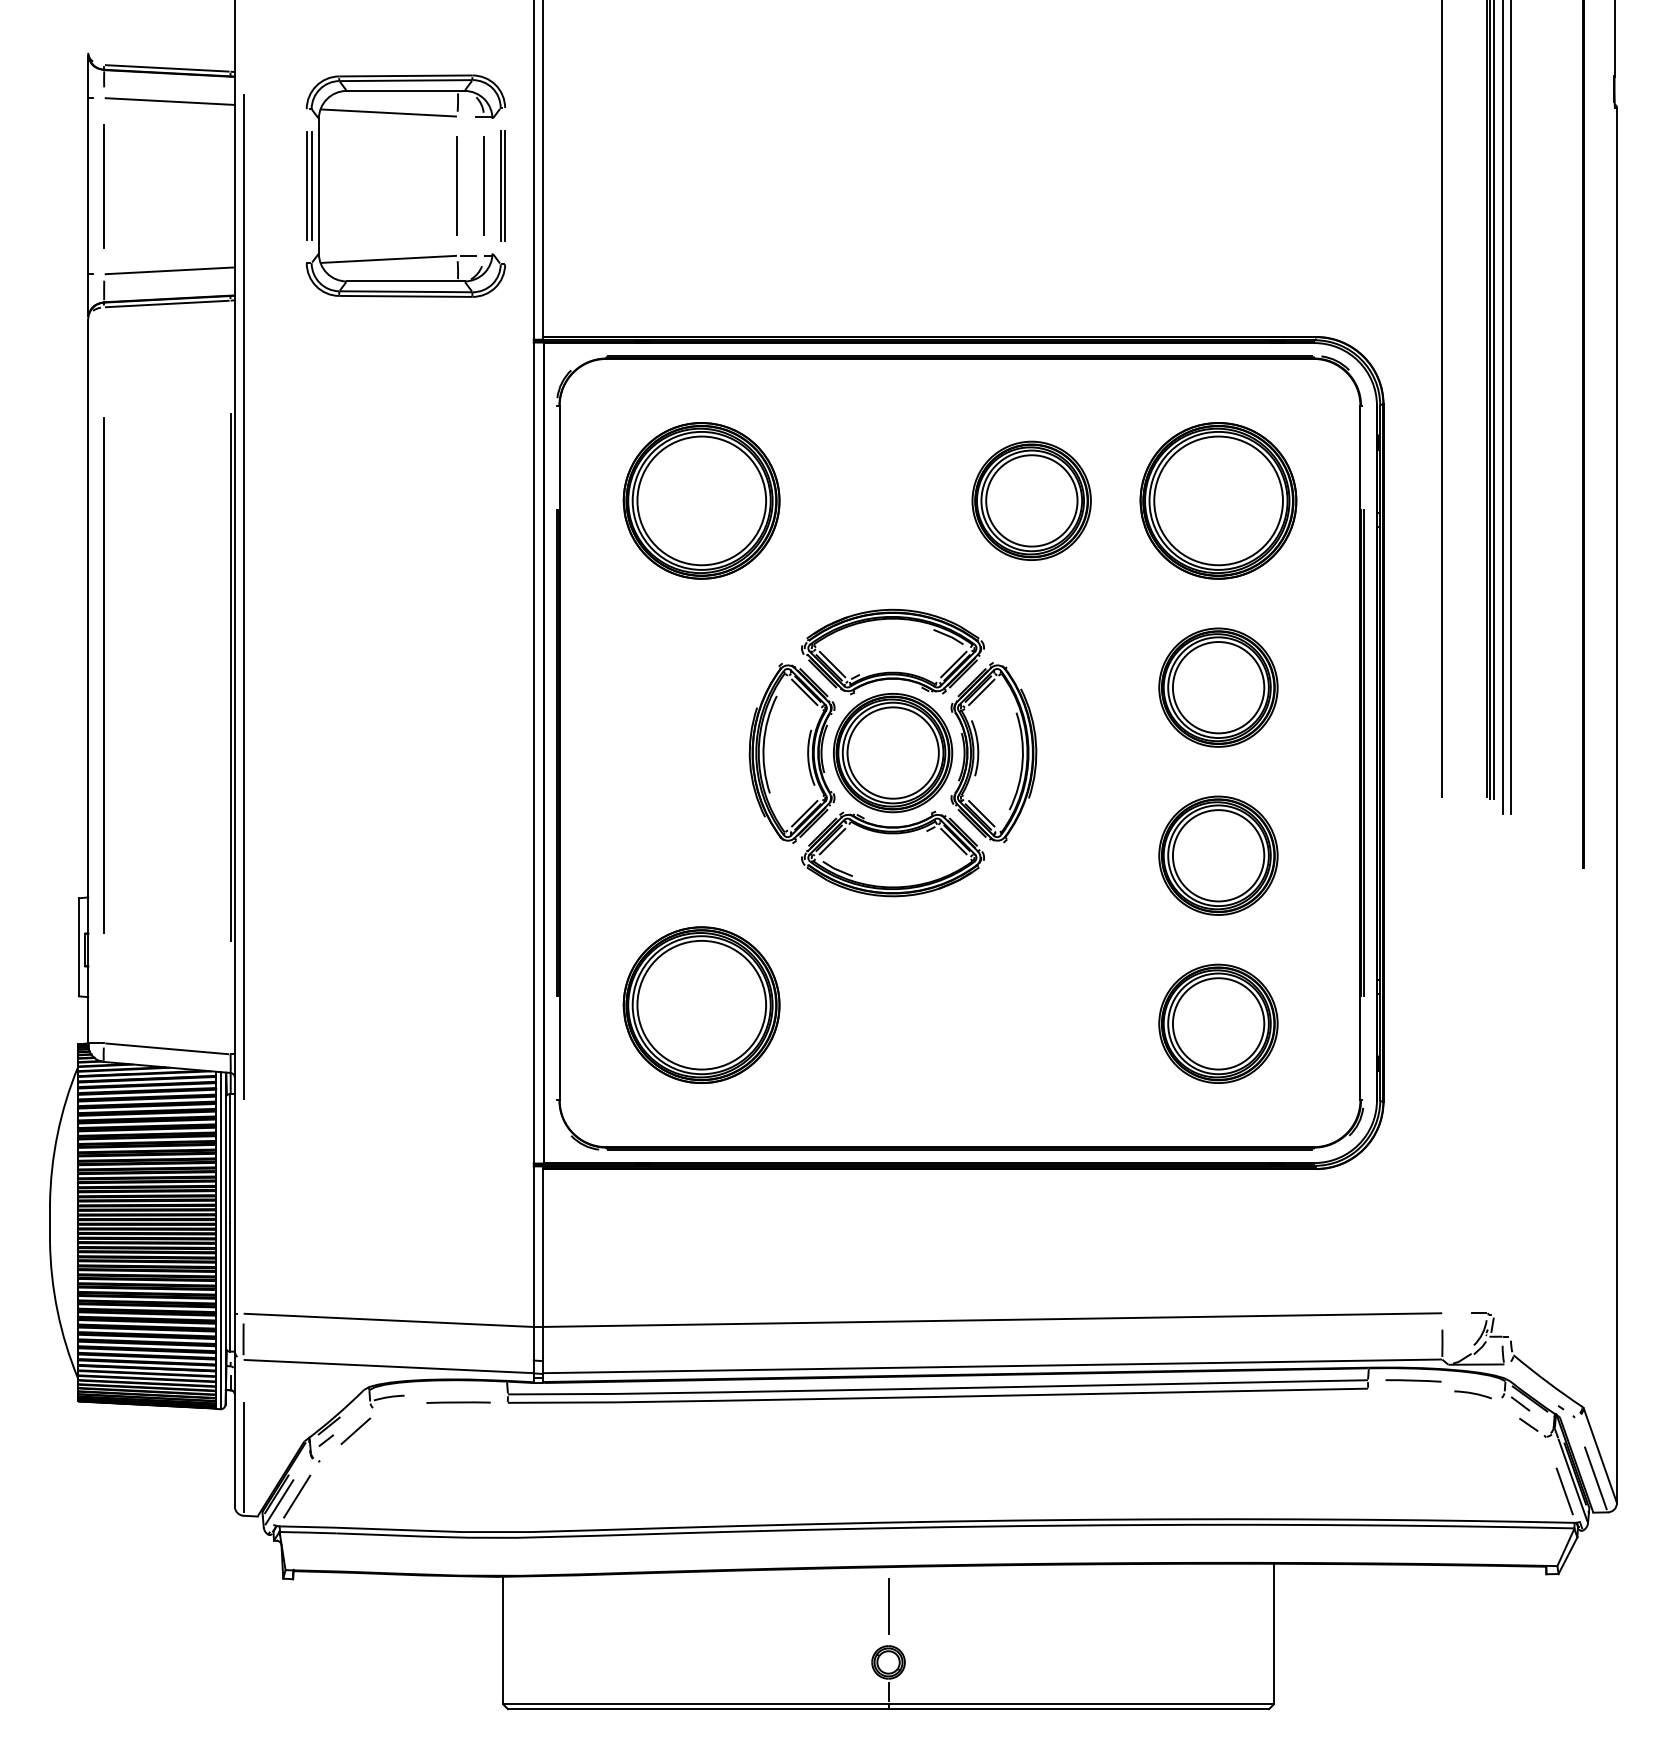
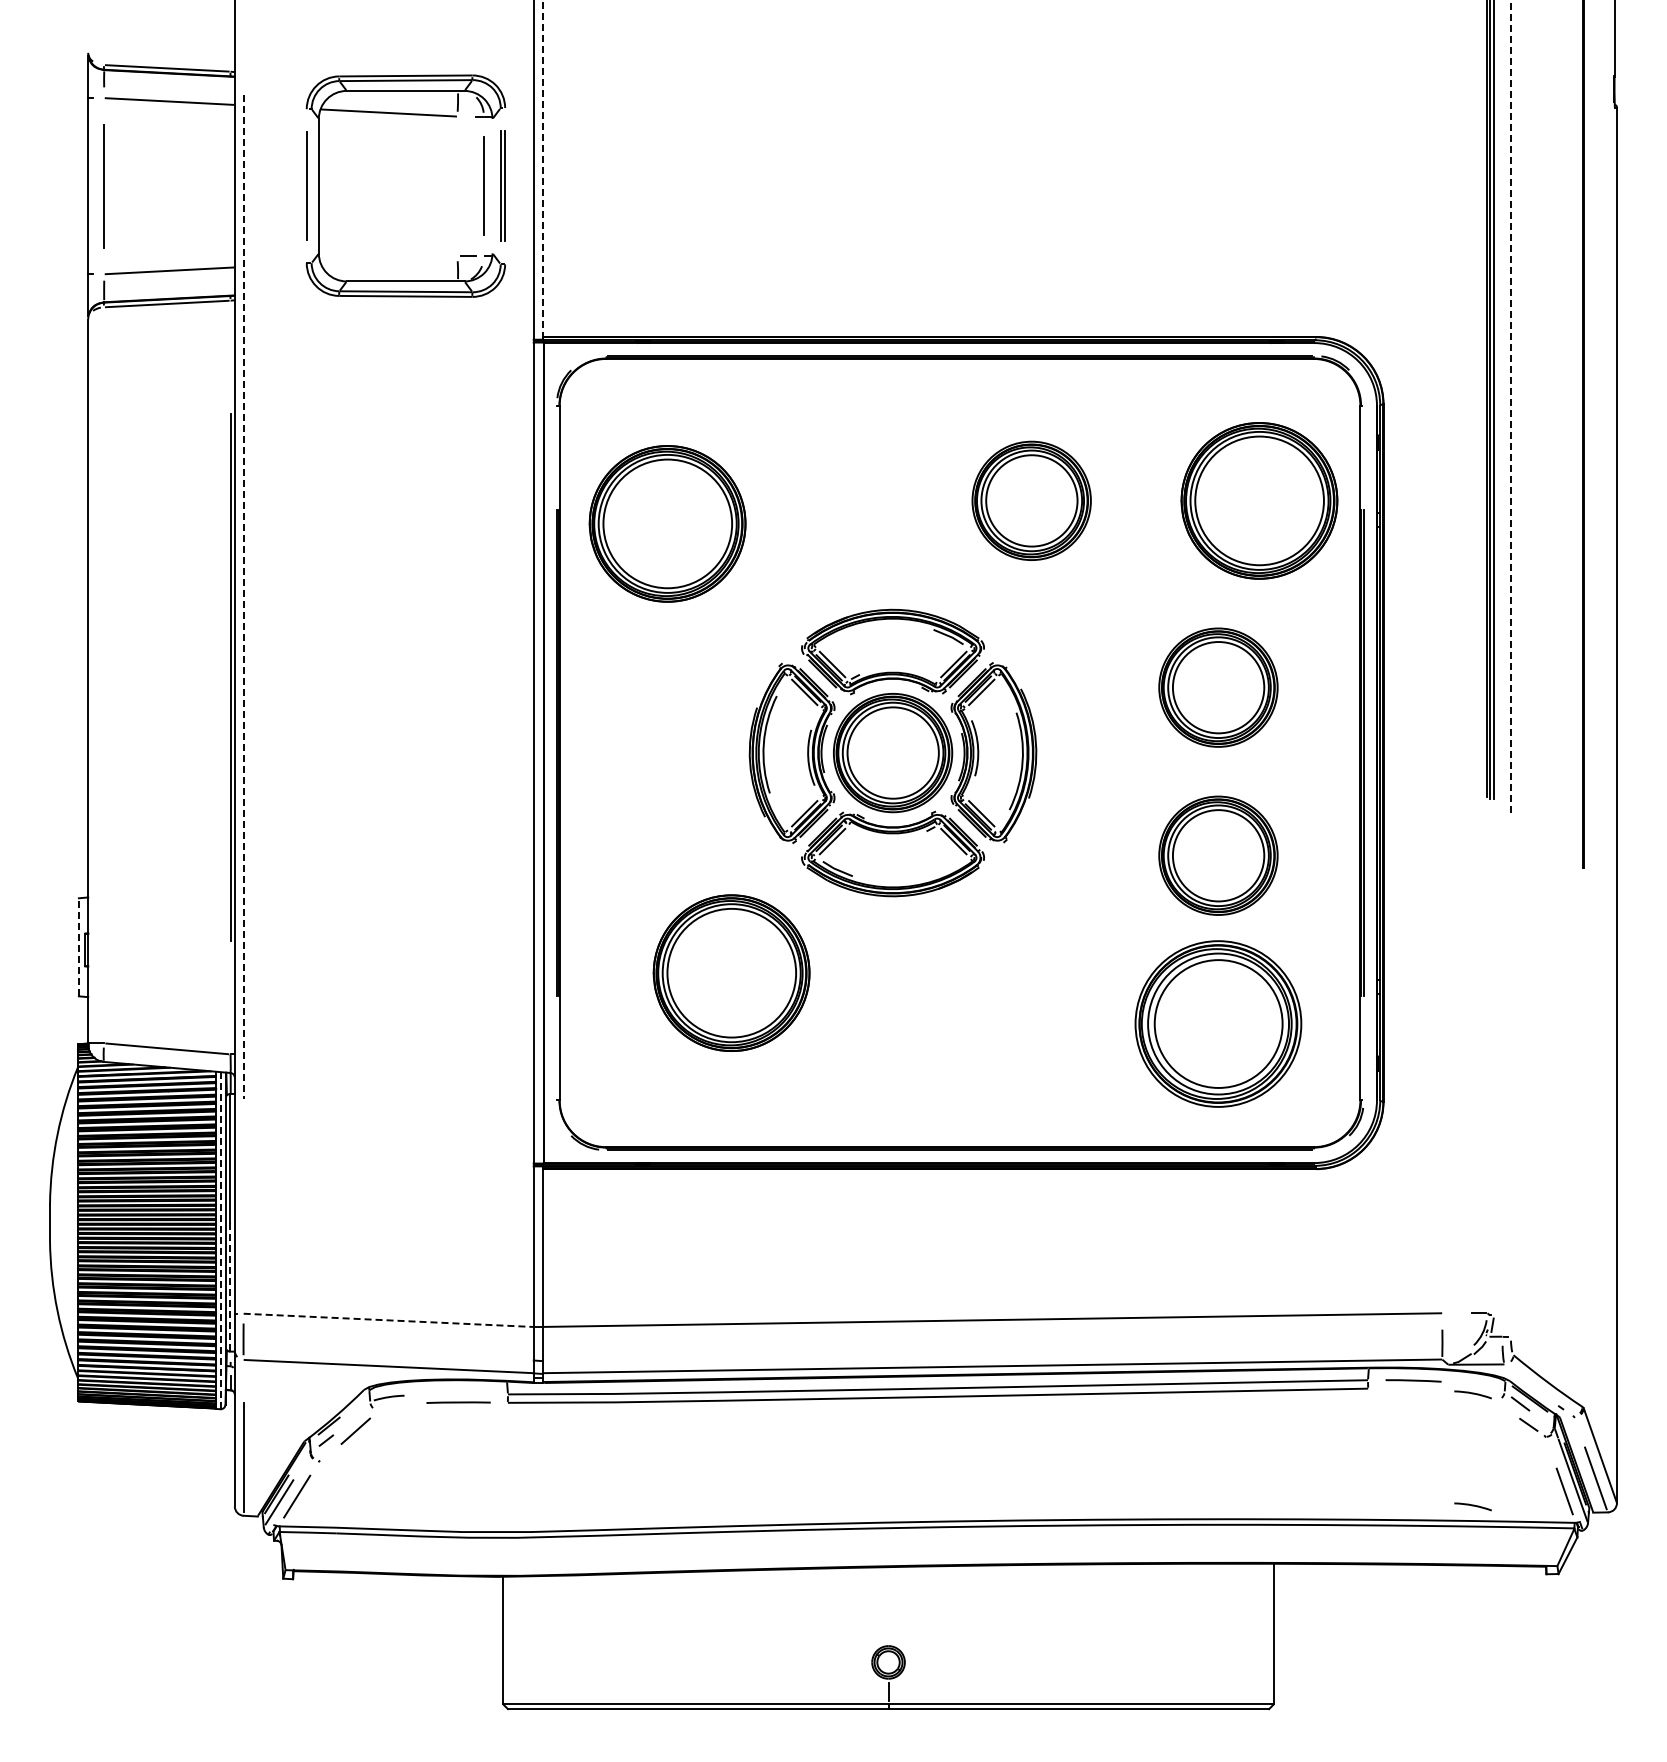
line at (543, 169): solid -> dashed
line at (457, 185): present -> none
line at (311, 186): present -> none
line at (388, 258): present -> none
line at (1442, 399): present -> none
line at (1510, 407): solid -> dashed
line at (1502, 408): present -> none
part at (701, 500) position: (701, 500) -> (667, 523)
part at (1218, 500) position: (1218, 500) -> (1259, 500)
line at (243, 597): solid -> dashed
line at (103, 674): present -> none
line at (78, 946): solid -> dashed
part at (701, 1004) position: (701, 1004) -> (731, 972)
part at (1218, 1023) size: 121x121 px -> 169x168 px
line at (220, 1240): solid -> dashed
line at (230, 1287): solid -> dashed
line at (388, 1320): solid -> dashed
arc at (1472, 1506): none -> present
line at (888, 1606): present -> none
